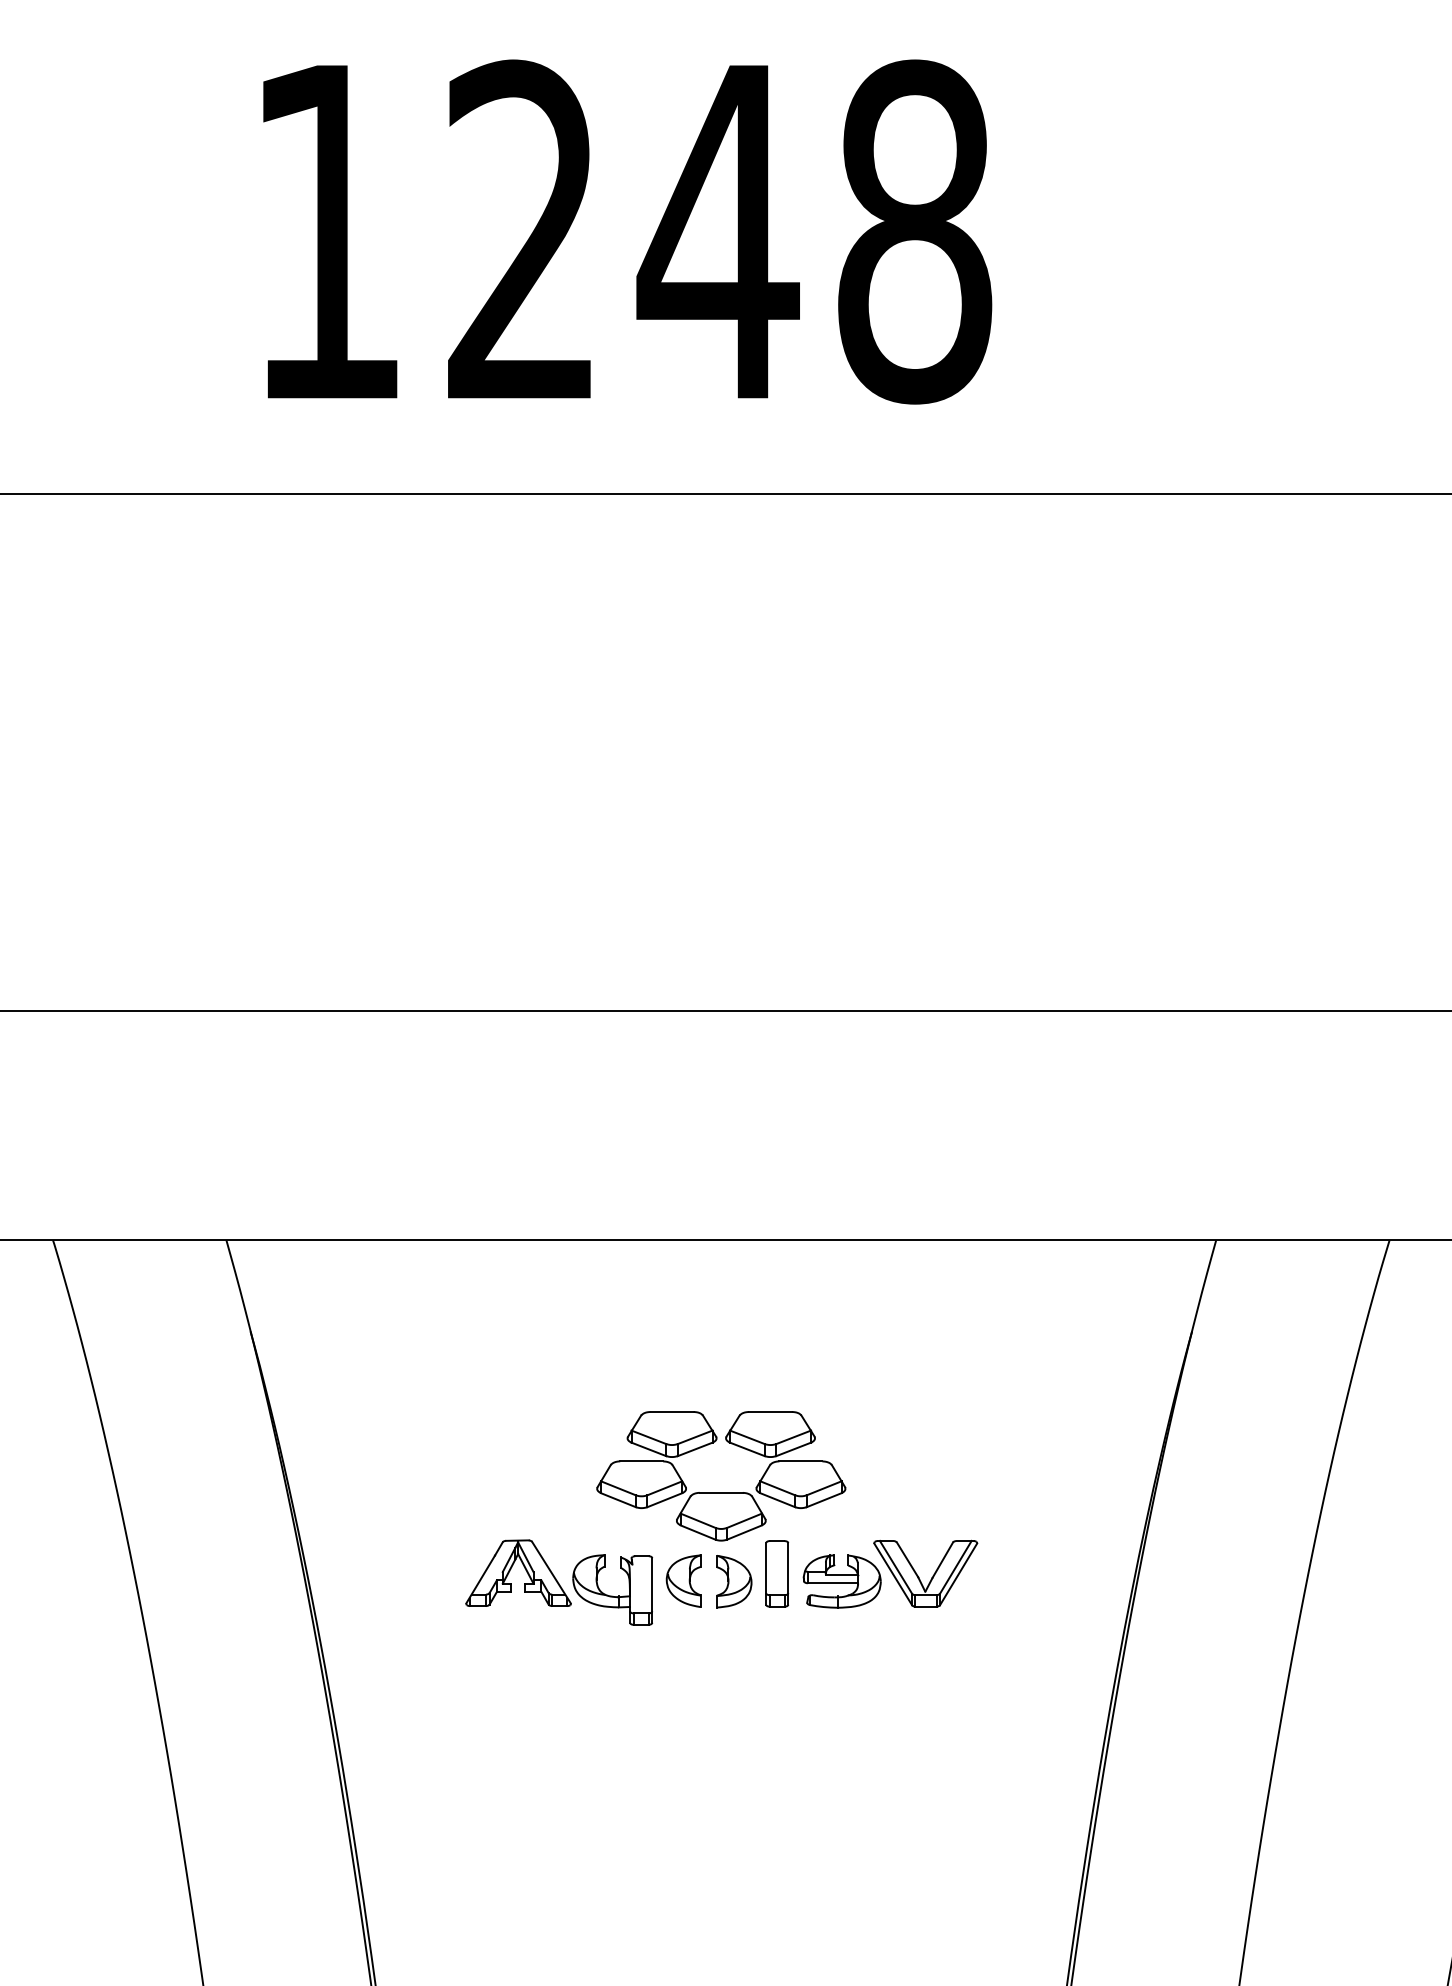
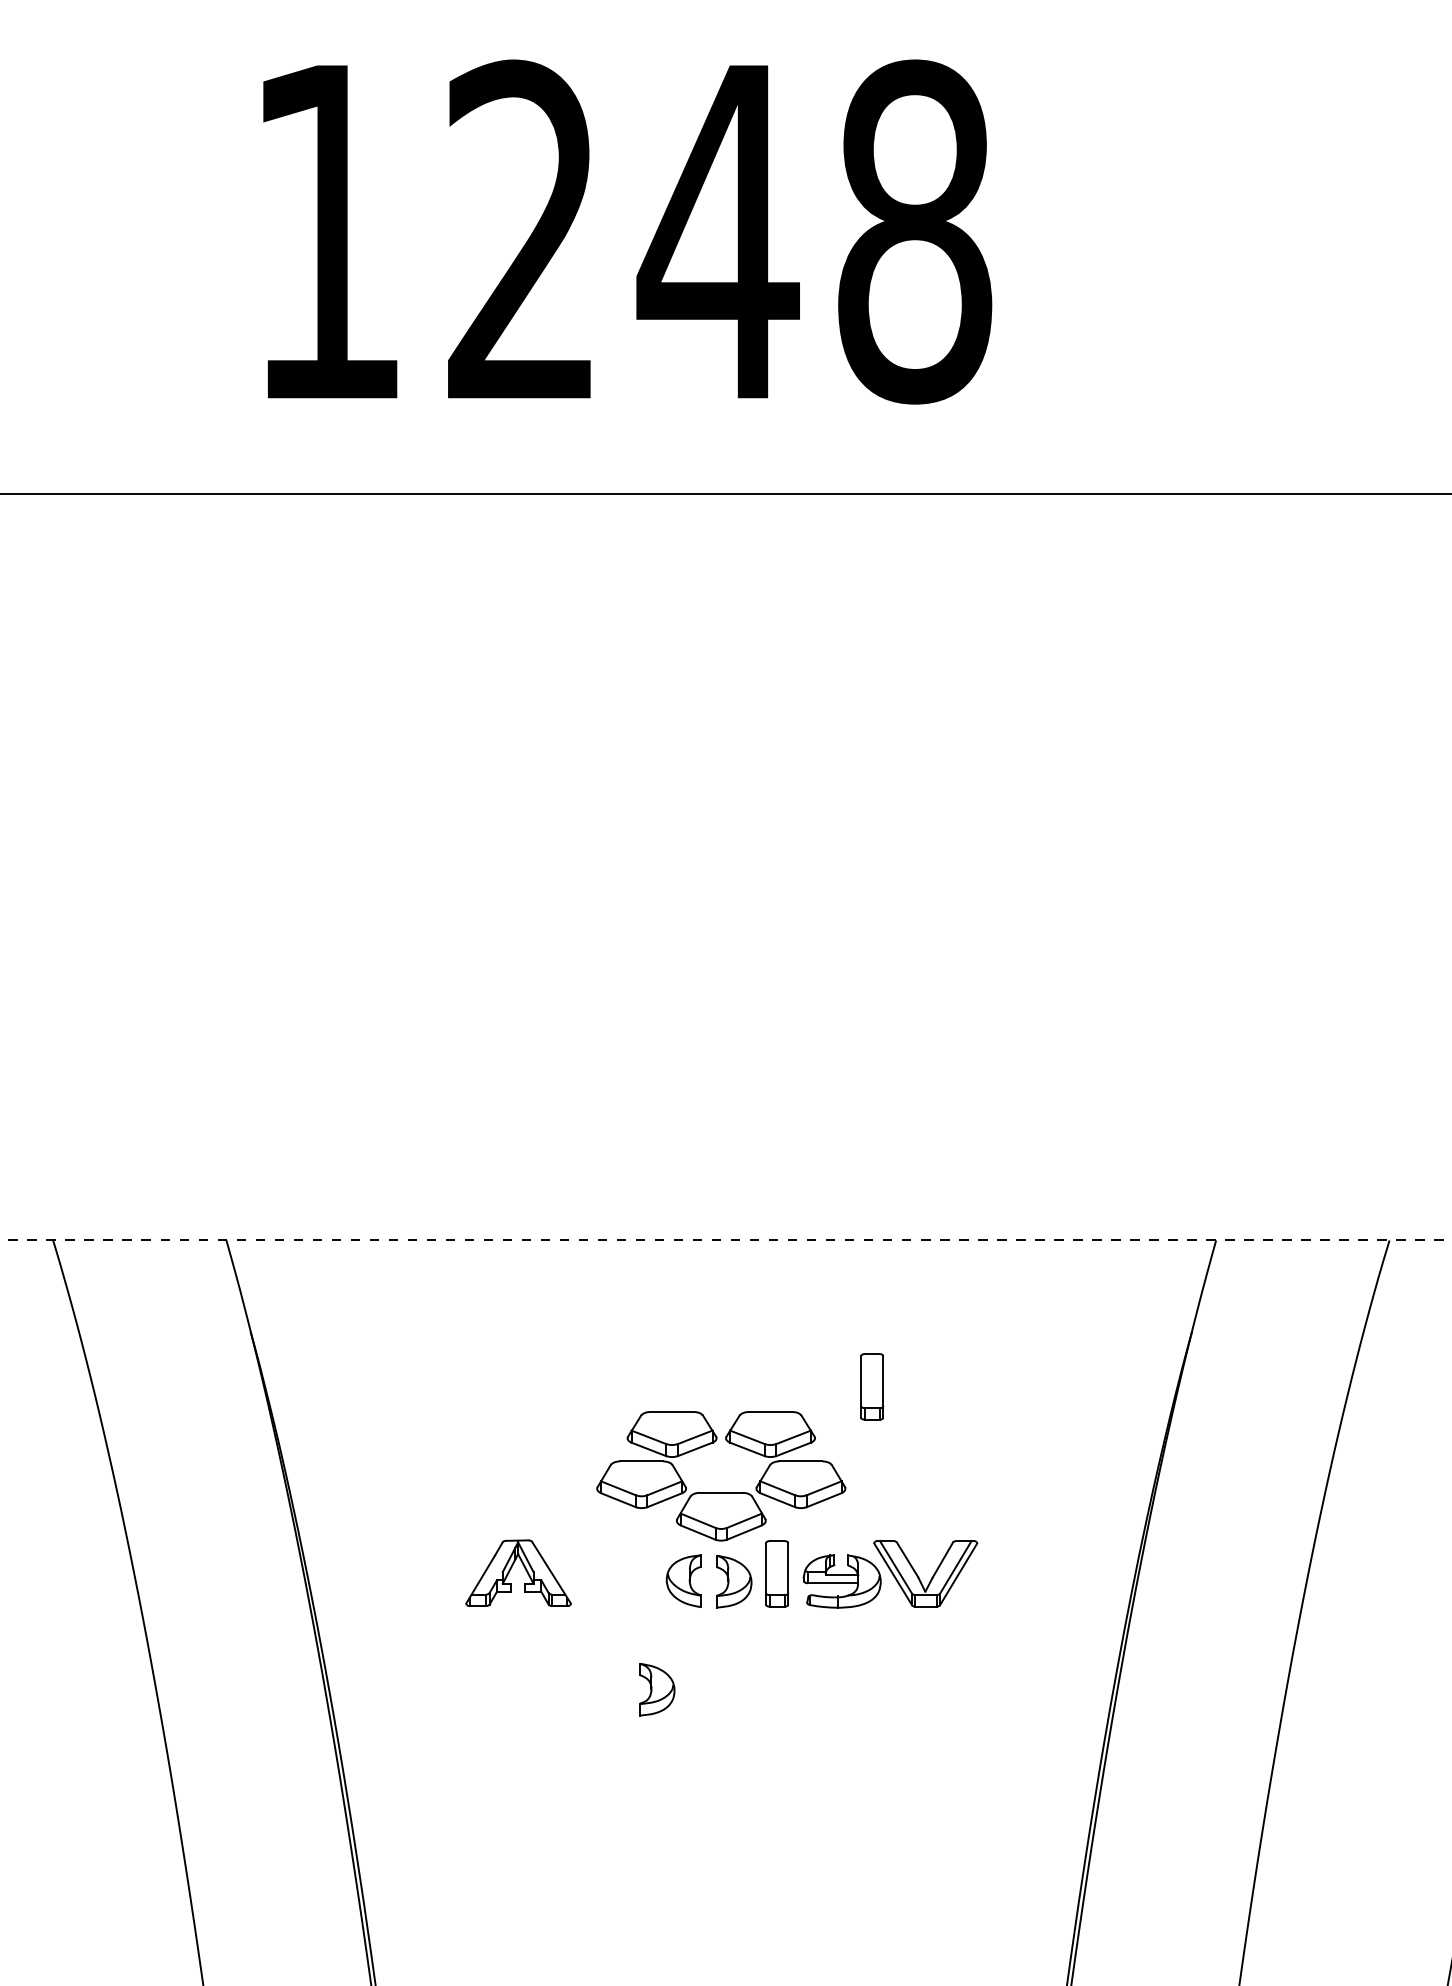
line at (725, 1010): present -> none
line at (726, 1240): solid -> dashed
part at (872, 1386): none -> present
part at (612, 1589): present -> none
part at (657, 1689): none -> present
